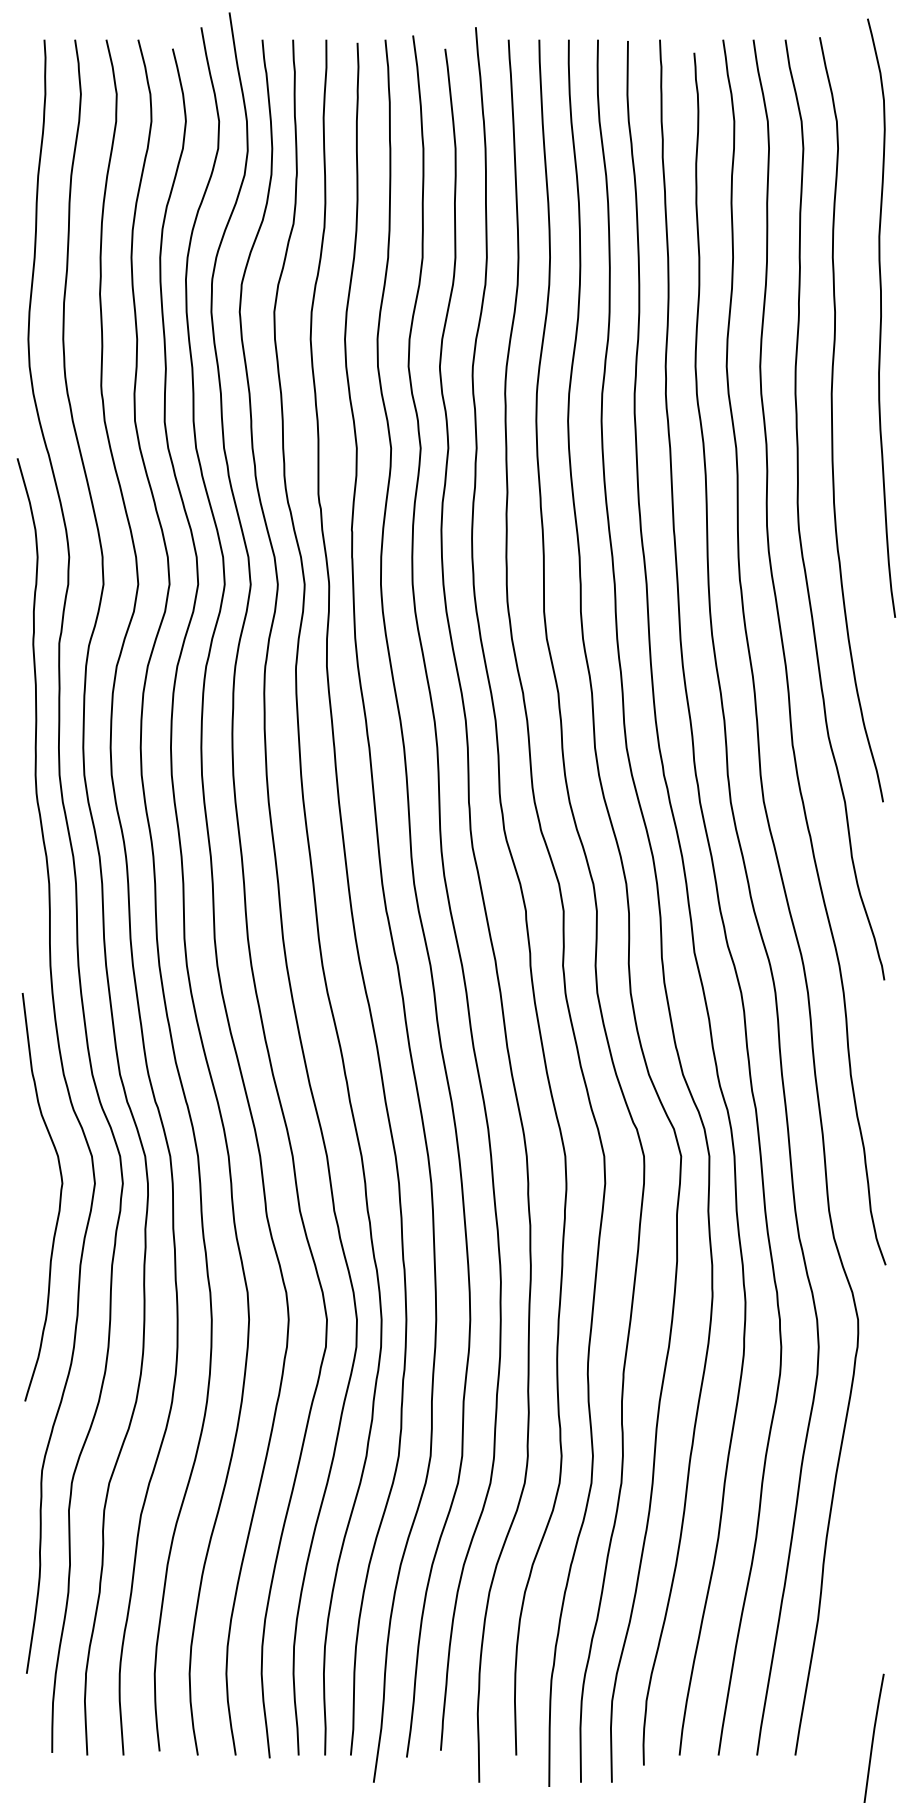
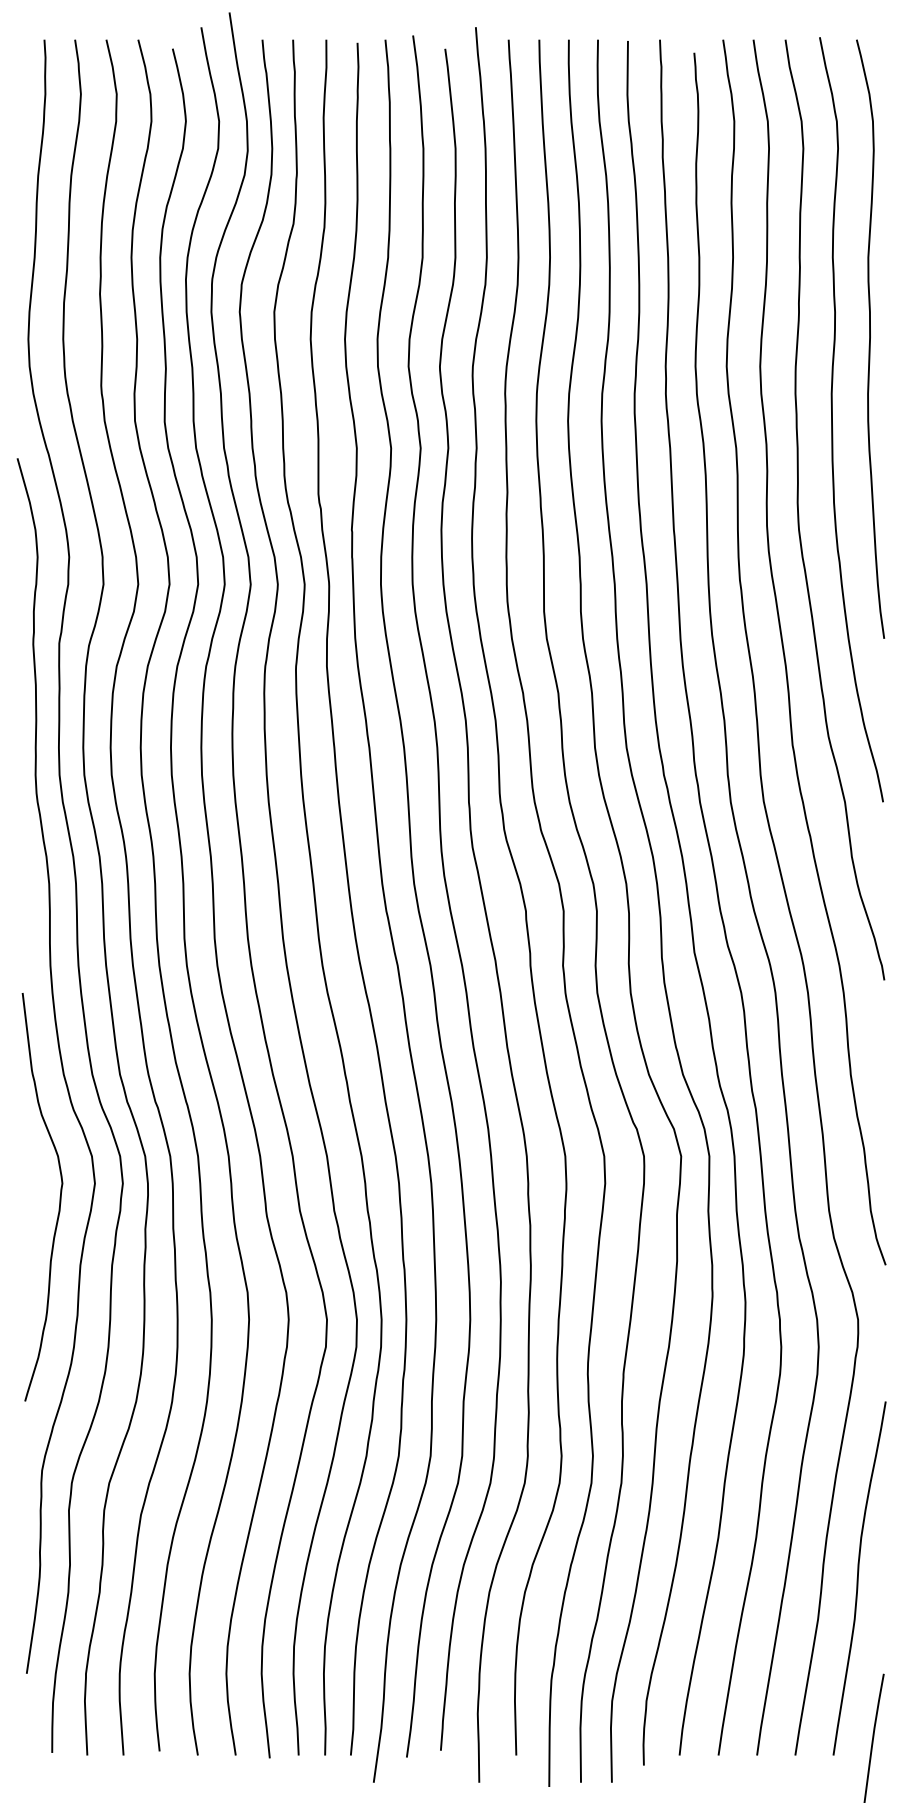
curve at (881, 317) position: (881, 317) -> (870, 338)
curve at (858, 1578): none -> present
